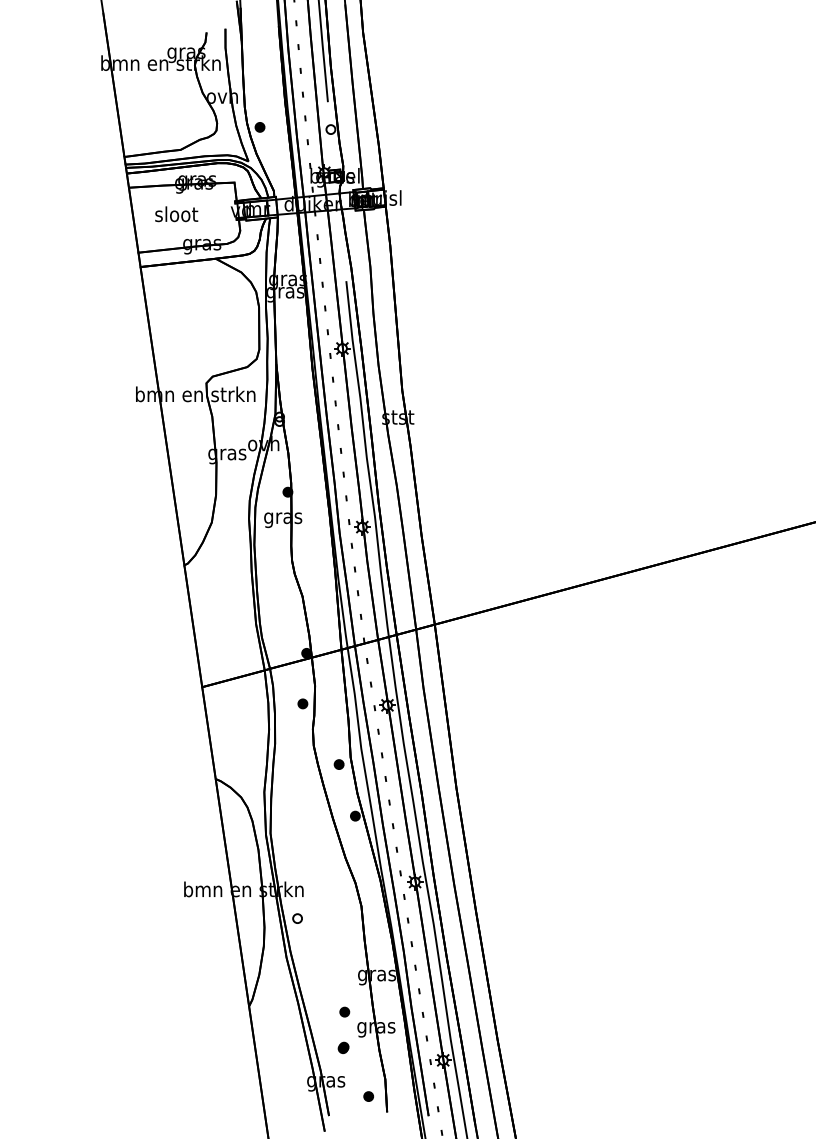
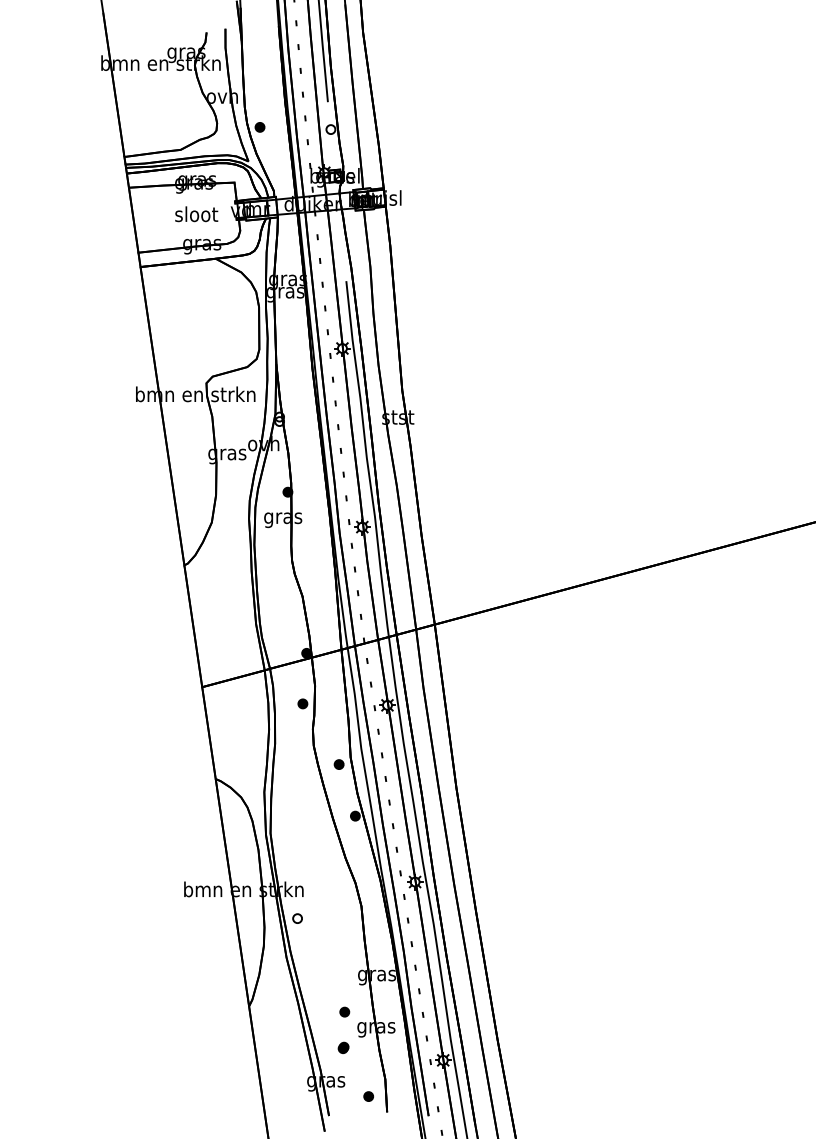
text at (176, 214) position: (176, 214) -> (196, 214)
